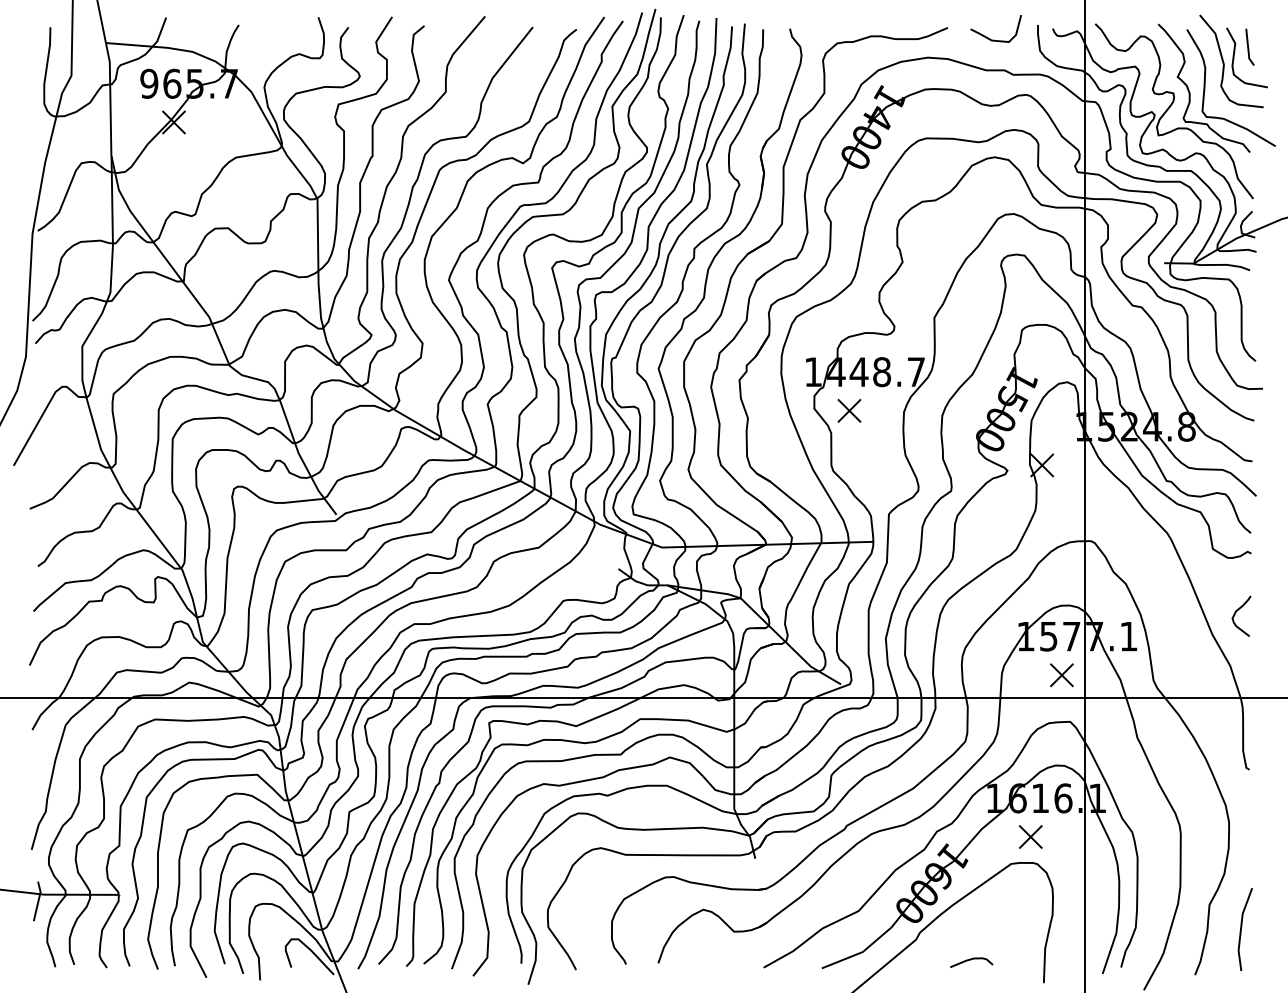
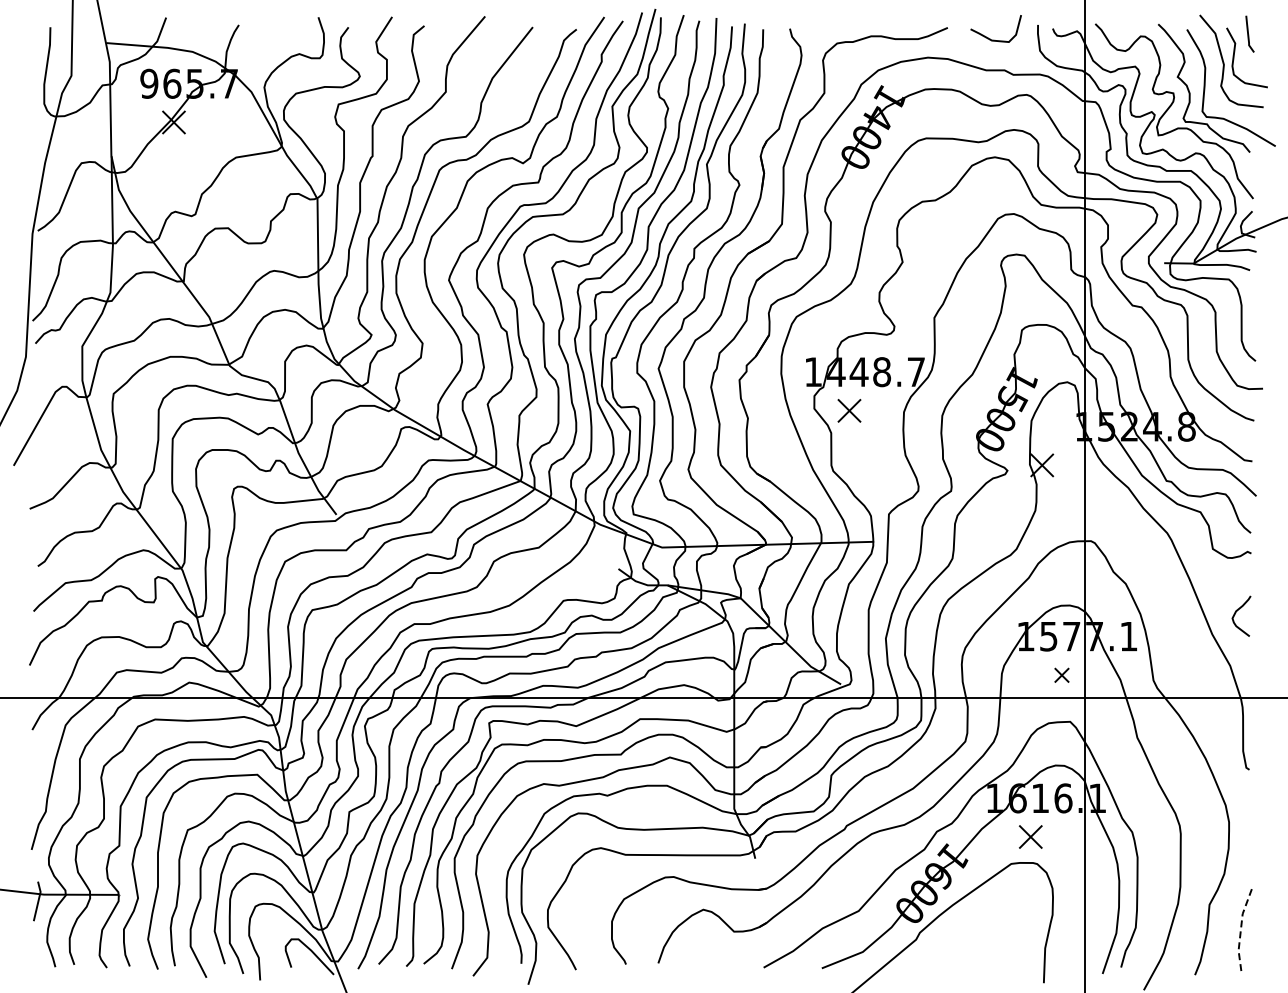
line at (1248, 46) position: (1248, 46) -> (1248, 33)
part at (1061, 675) size: 24x25 px -> 16x16 px
line at (1241, 928): solid -> dashed
curve at (971, 960): present -> none
